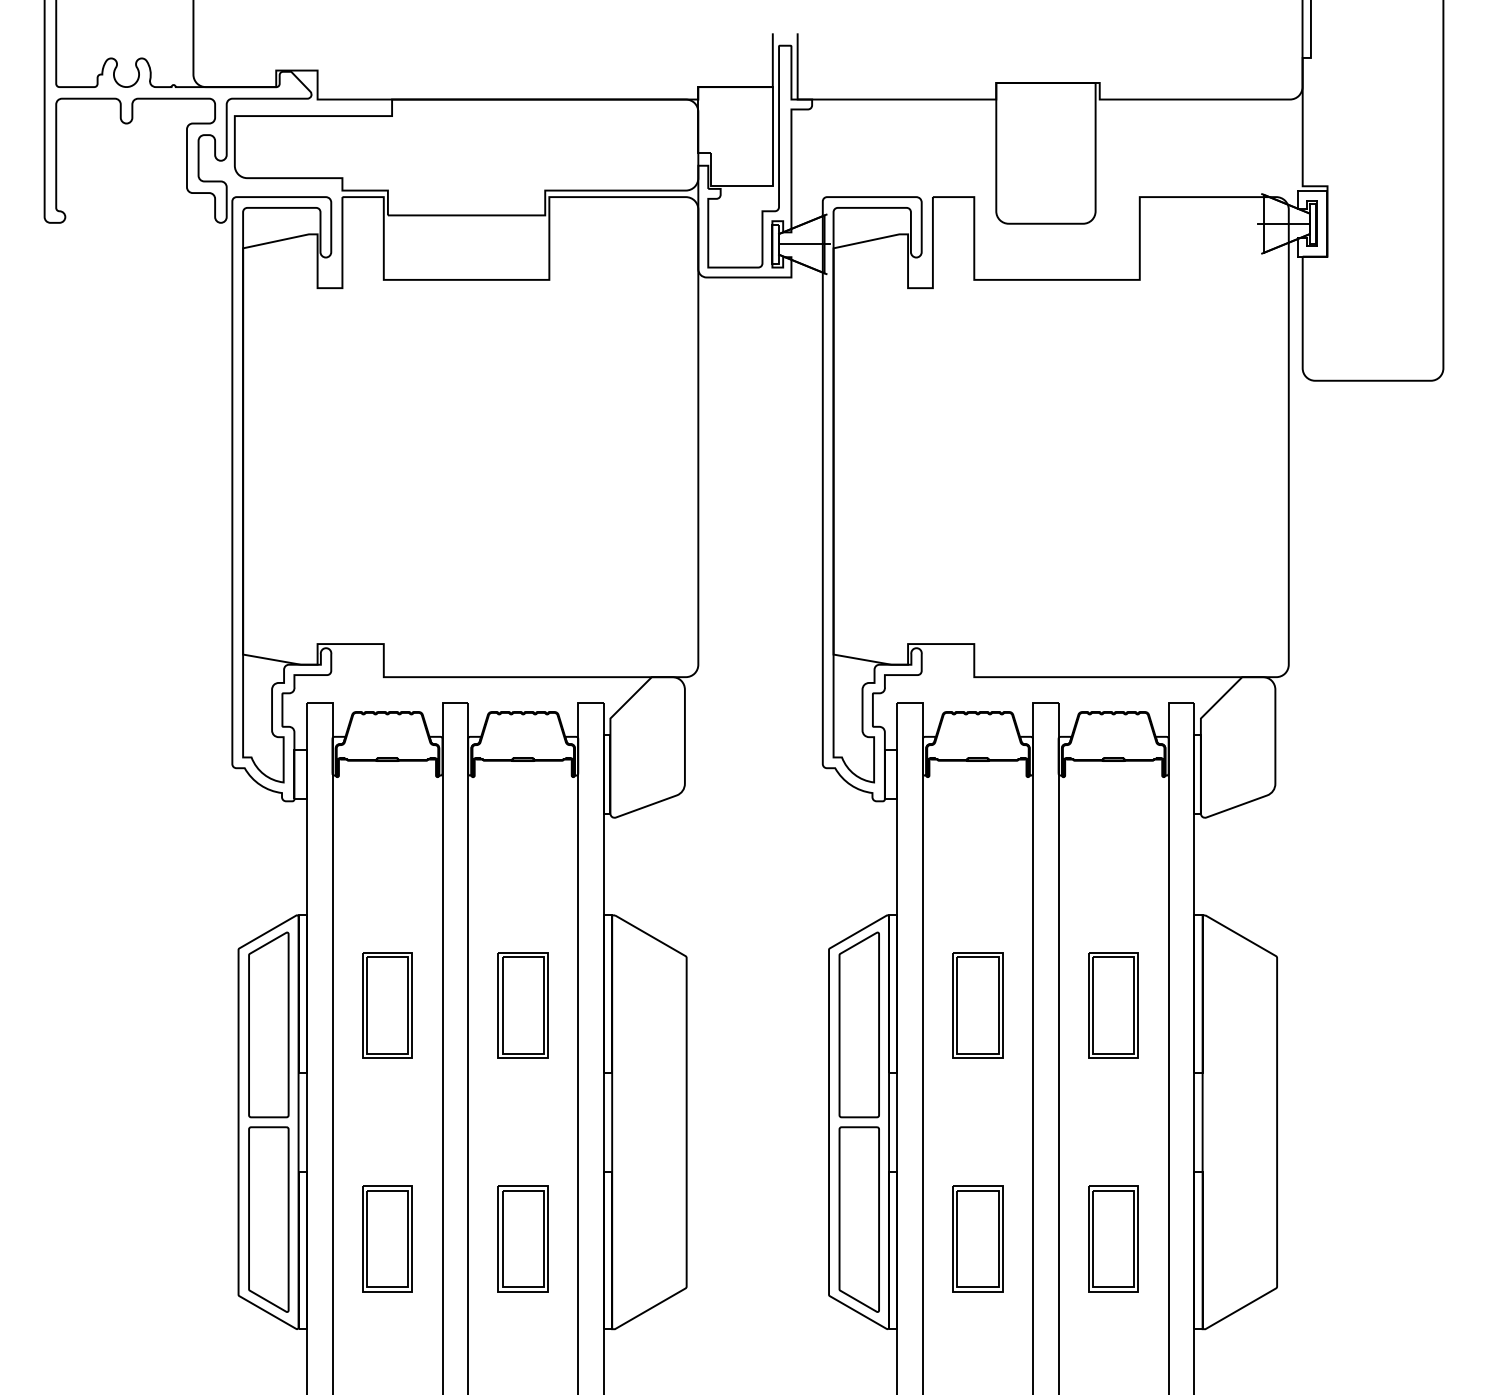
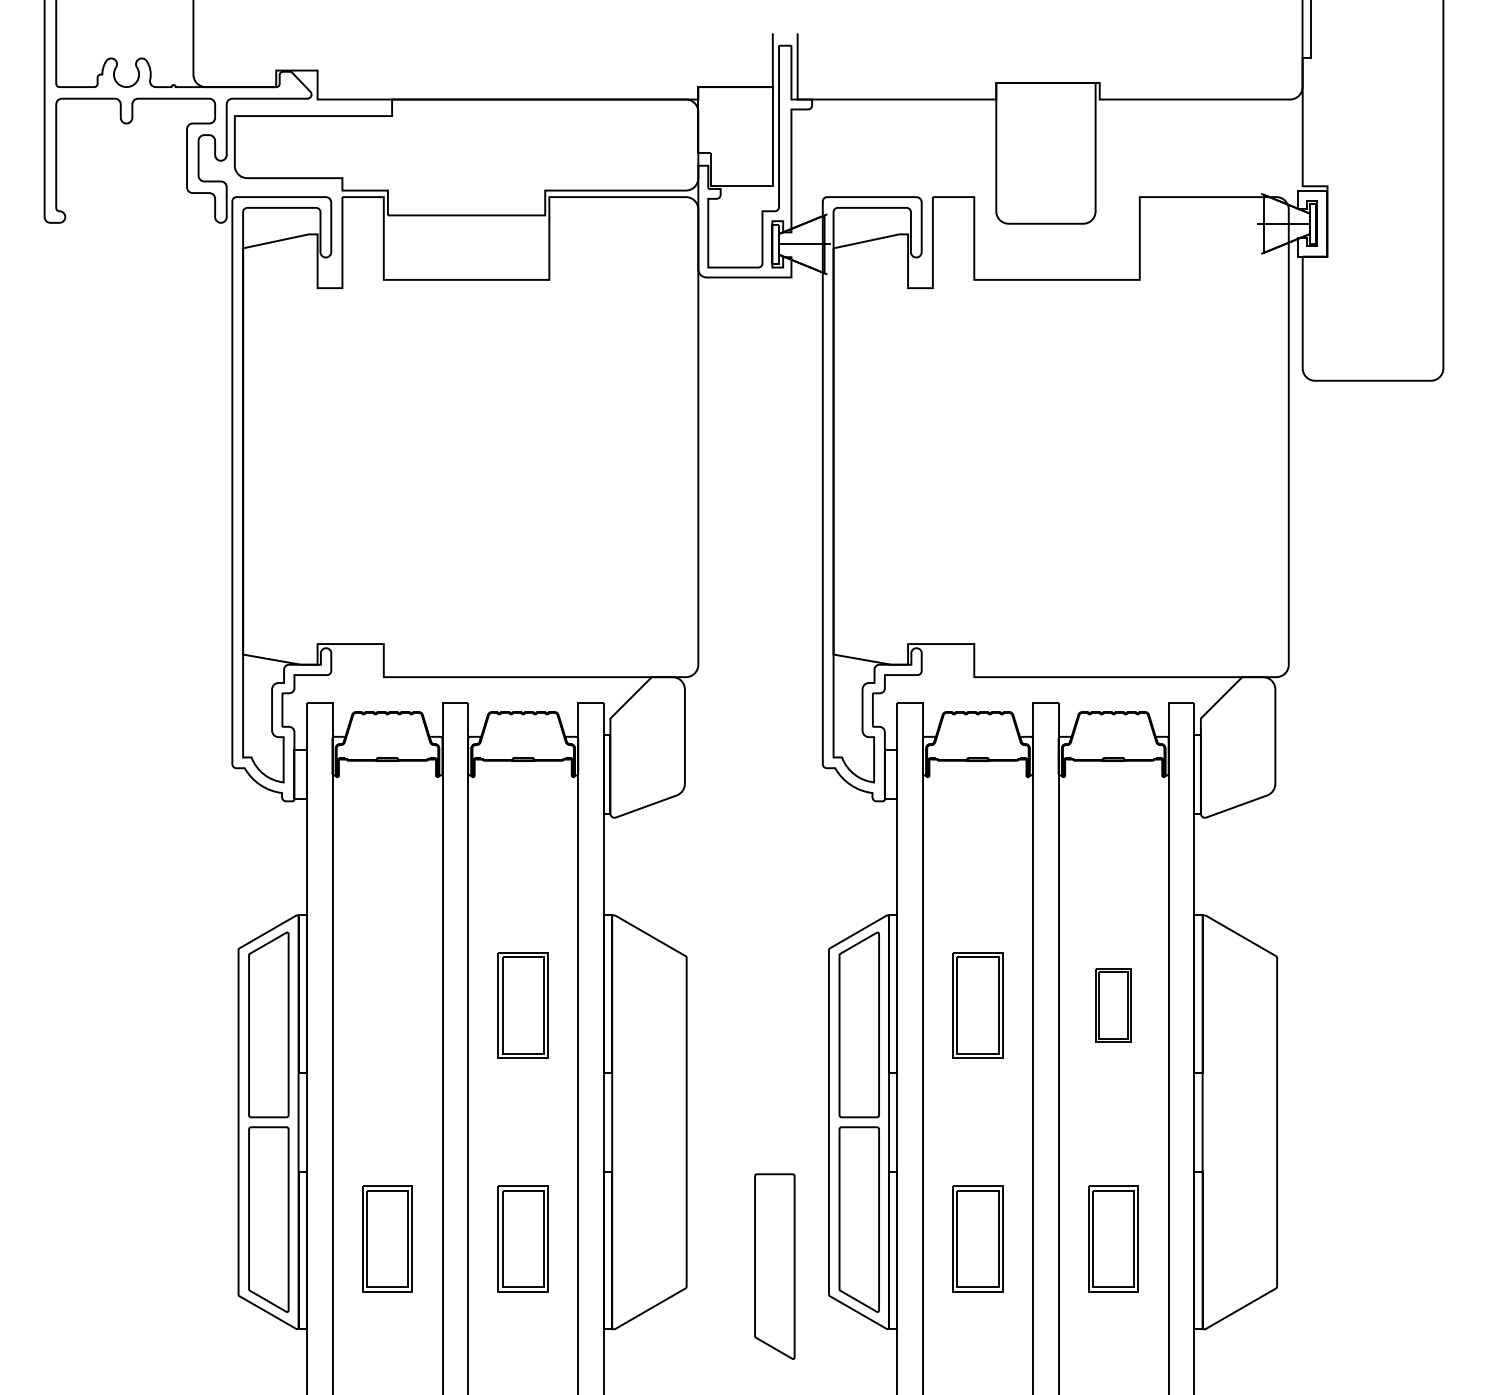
part at (387, 1005): present -> none
part at (1113, 1005) size: 51x107 px -> 37x75 px
part at (774, 1266): none -> present
